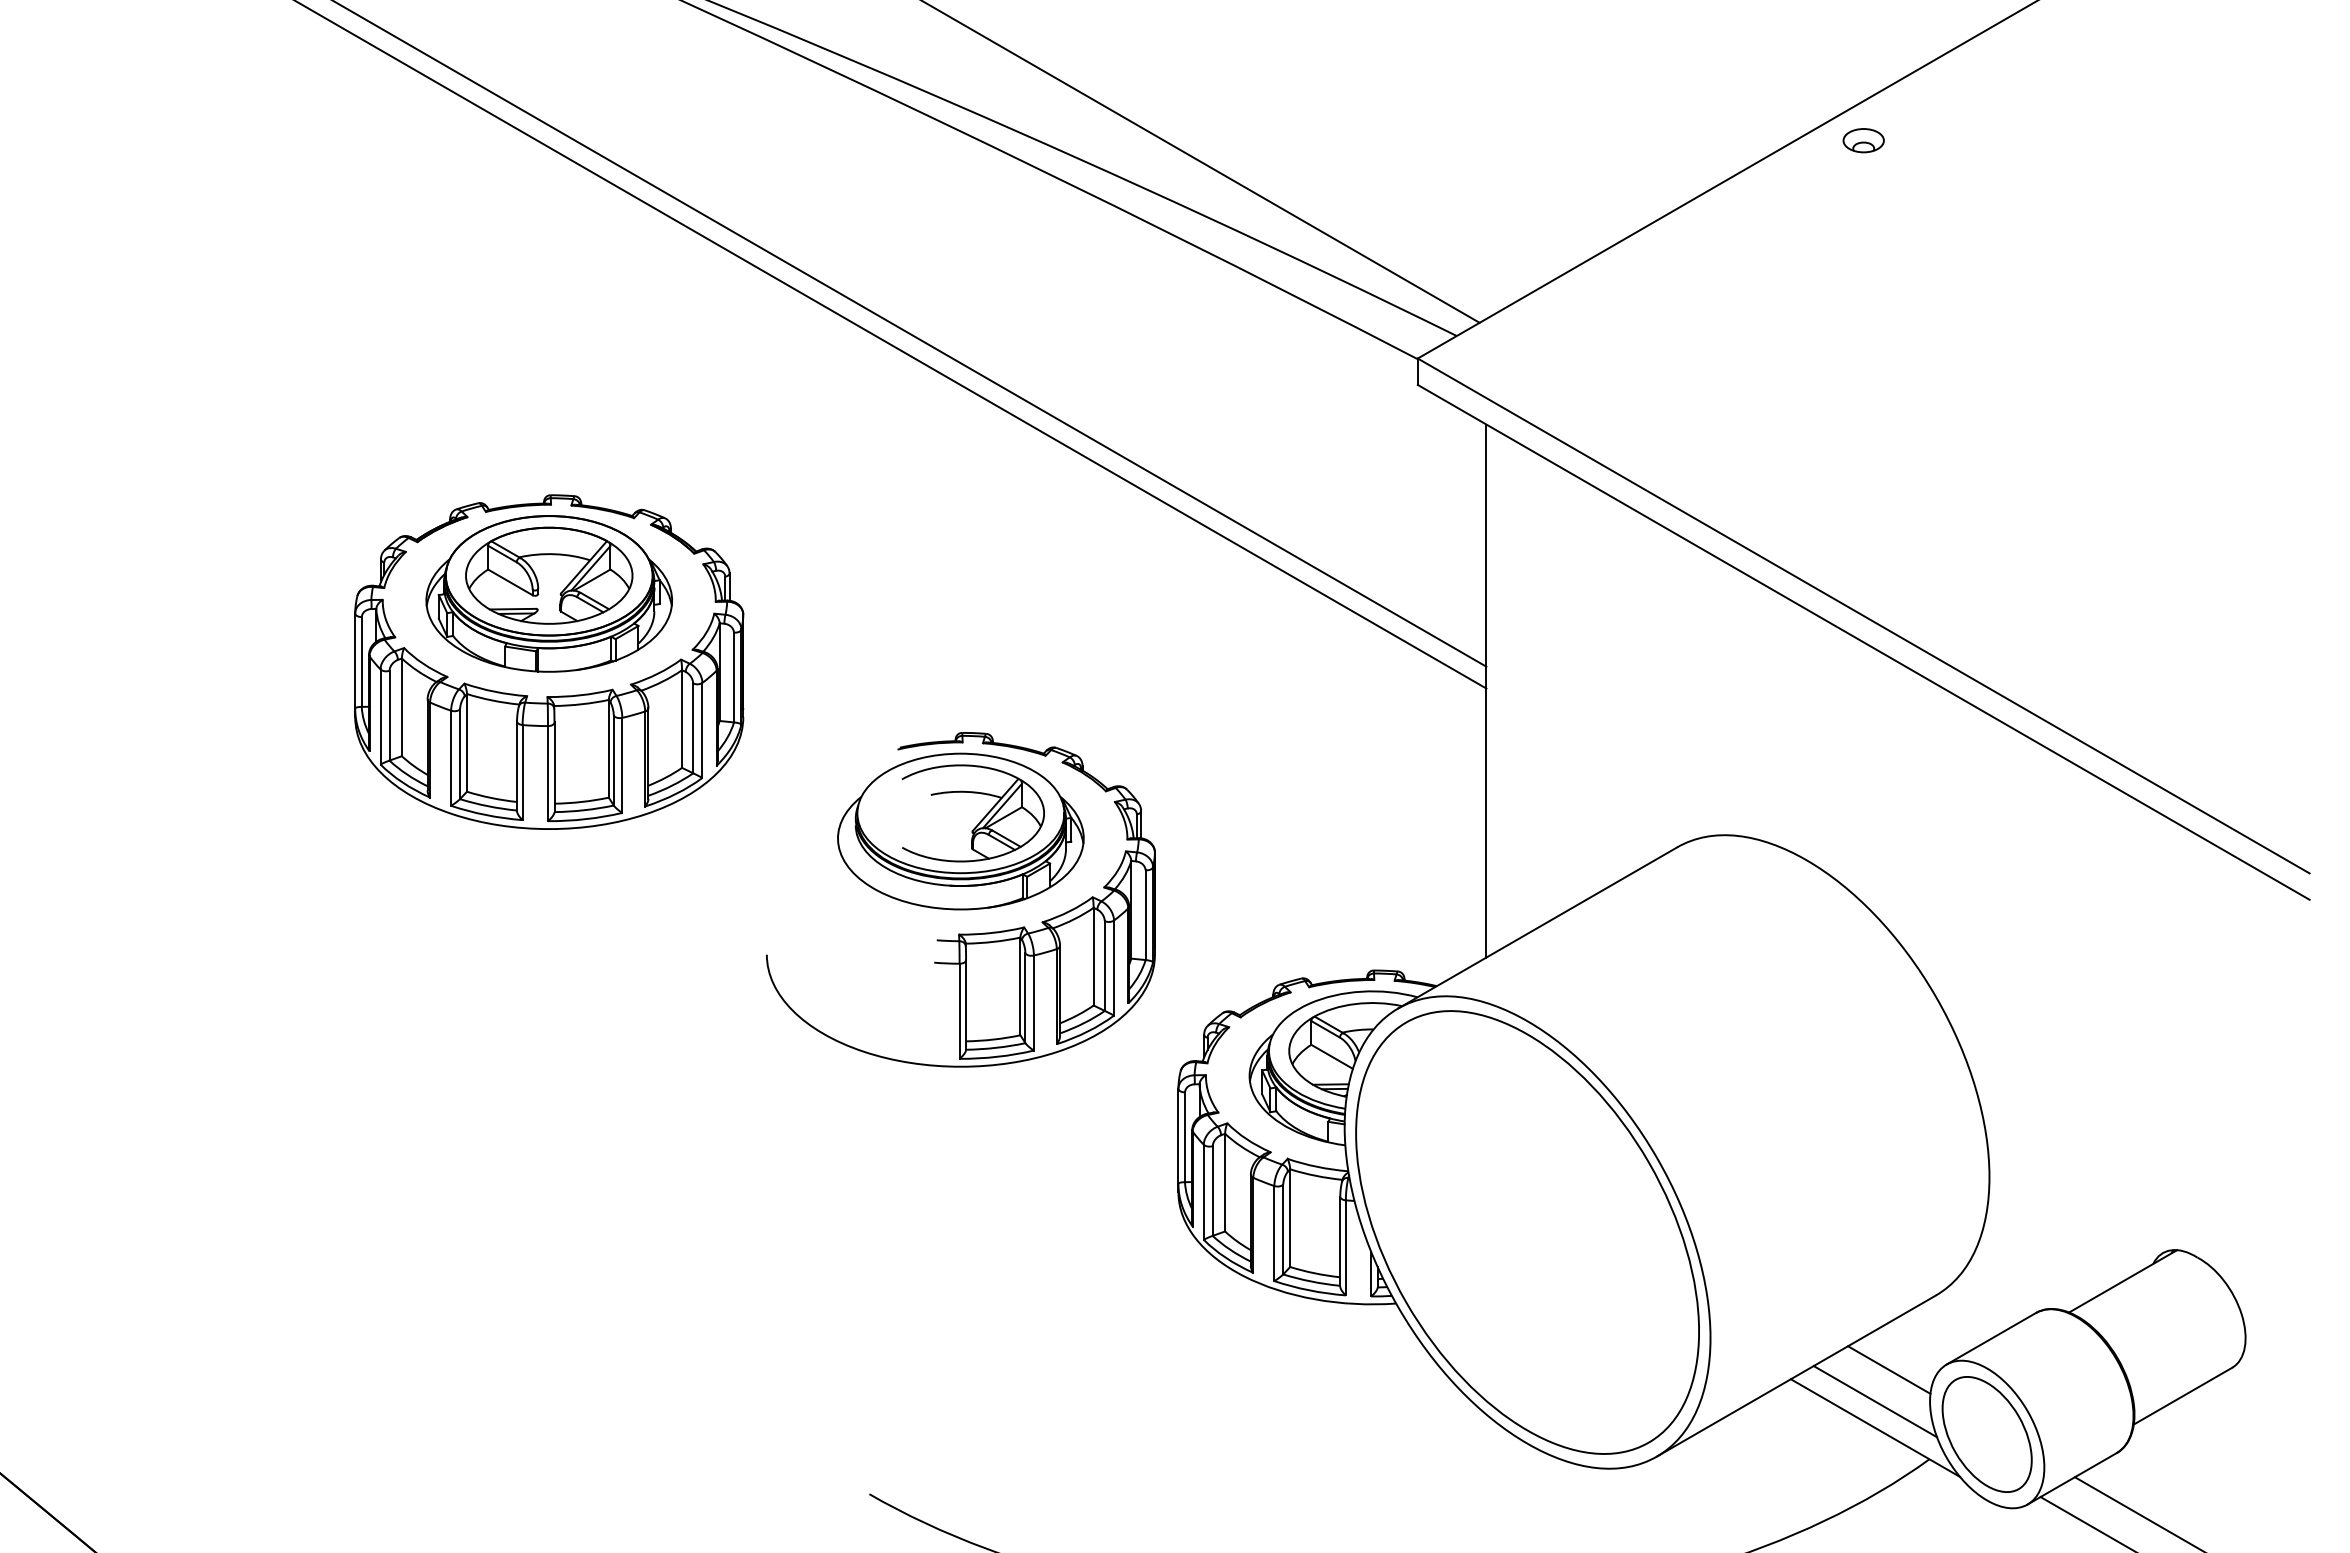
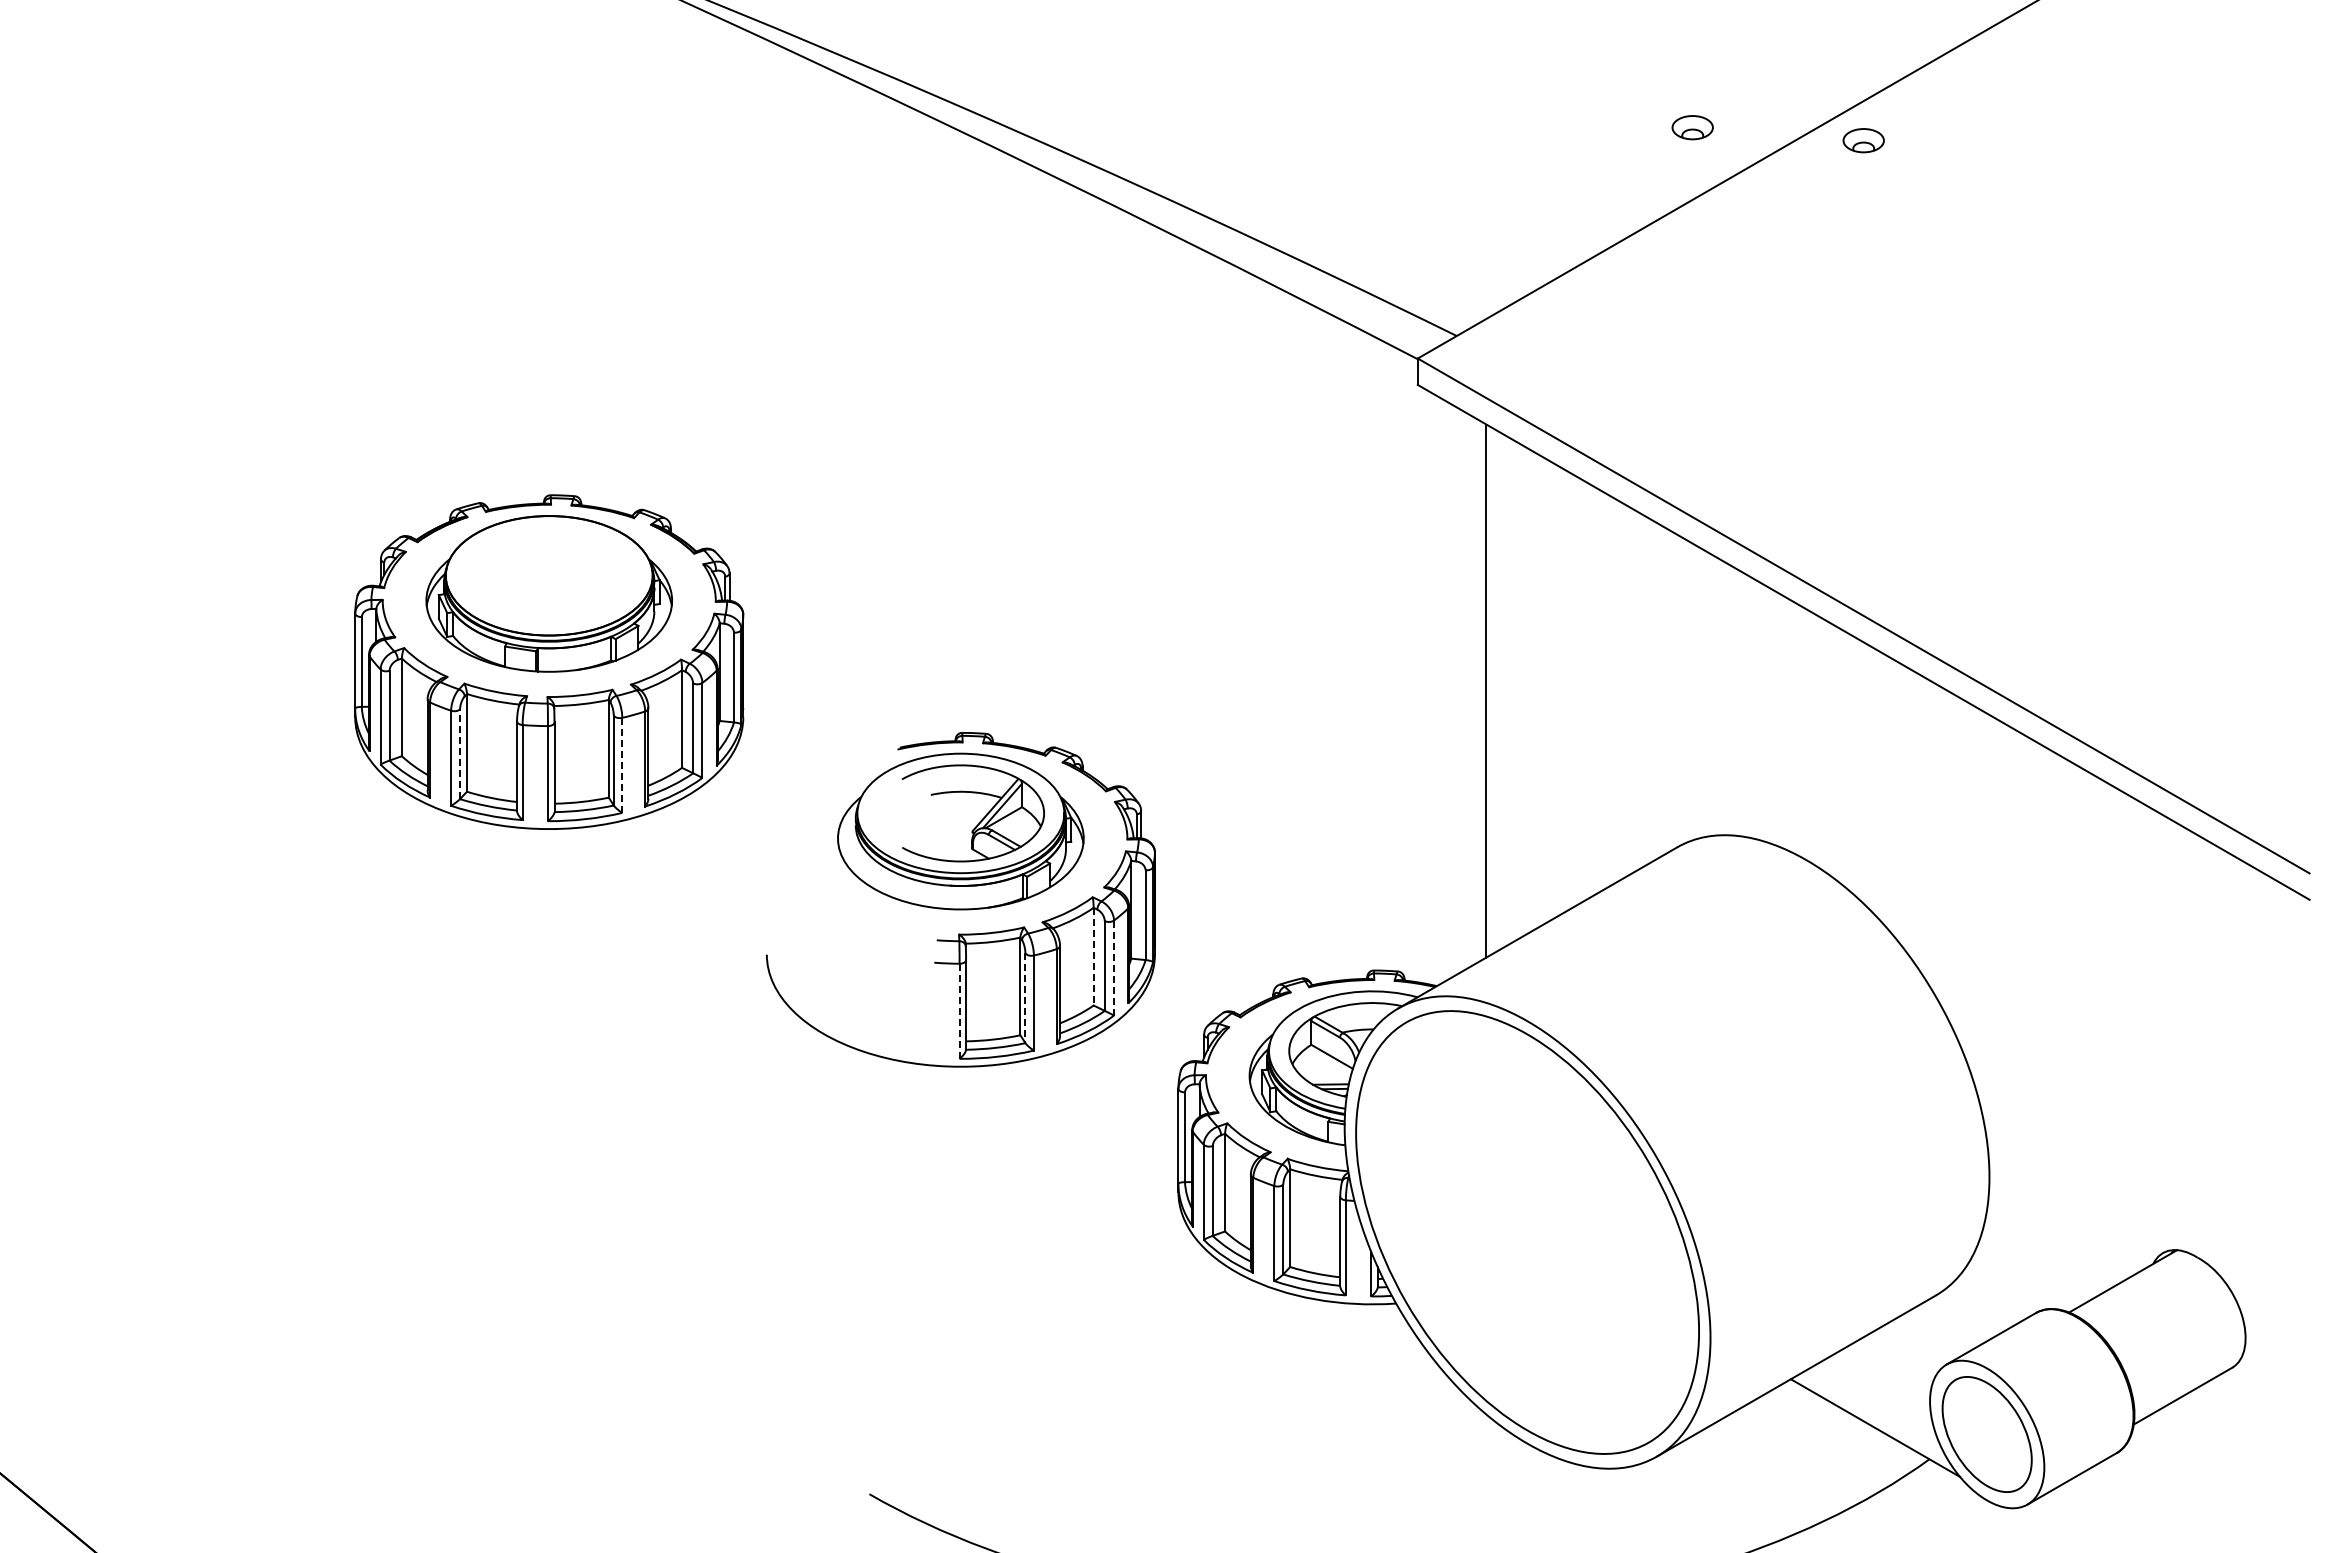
part at (1692, 127): none -> present
line at (1201, 162): present -> none
line at (910, 334): present -> none
line at (891, 345): present -> none
part at (549, 575): present -> none
line at (460, 754): solid -> dashed
line at (622, 765): solid -> dashed
line at (1093, 956): solid -> dashed
line at (1114, 968): solid -> dashed
line at (1025, 998): solid -> dashed
line at (959, 1011): solid -> dashed
line at (1889, 1369): present -> none
line at (1875, 1401): present -> none
line at (2137, 1513): present -> none
line at (2085, 1523): present -> none
